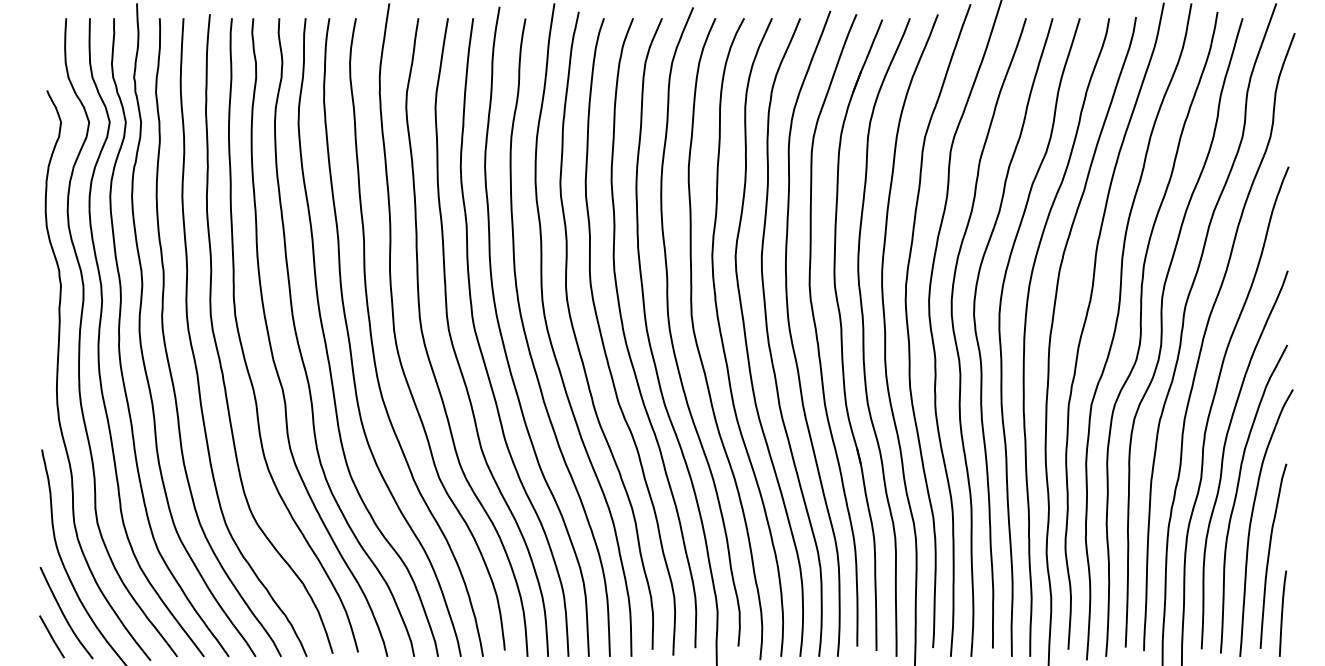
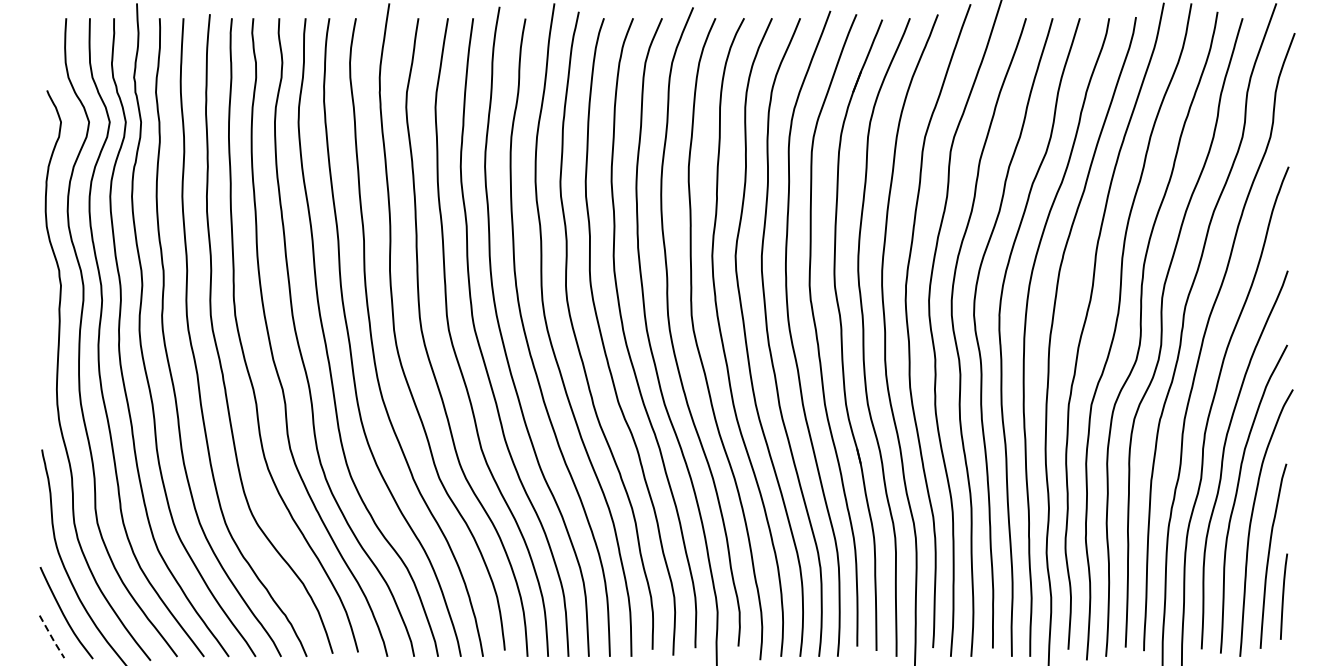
curve at (1282, 613) position: (1282, 613) -> (1283, 596)
line at (52, 637): solid -> dashed
